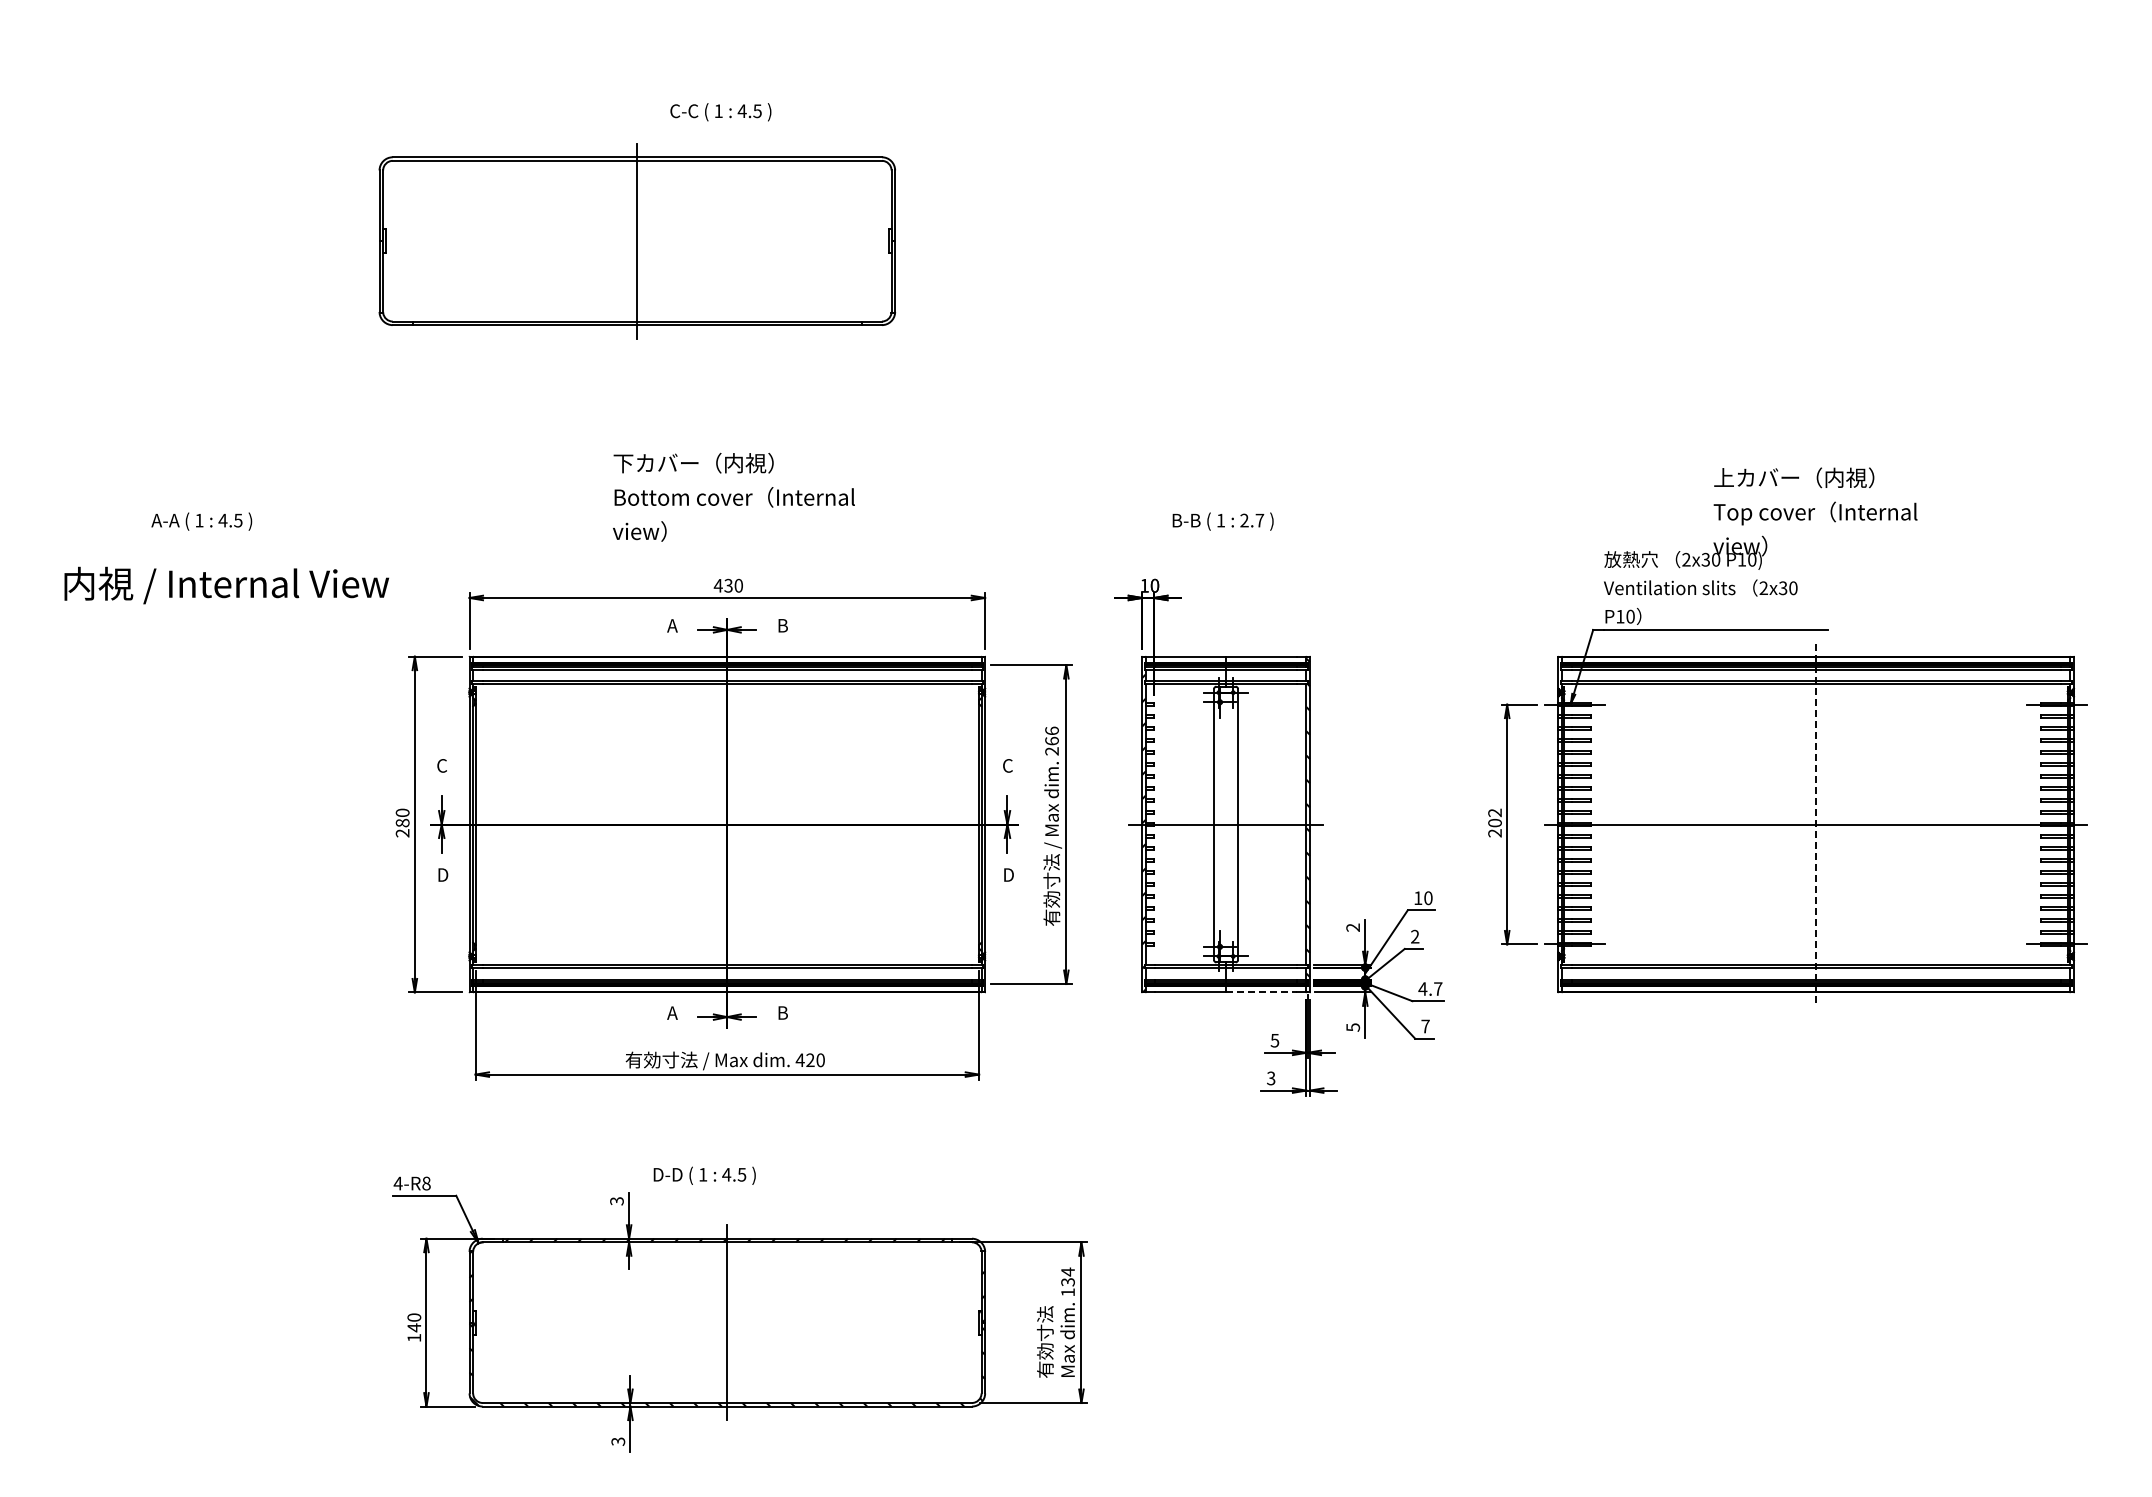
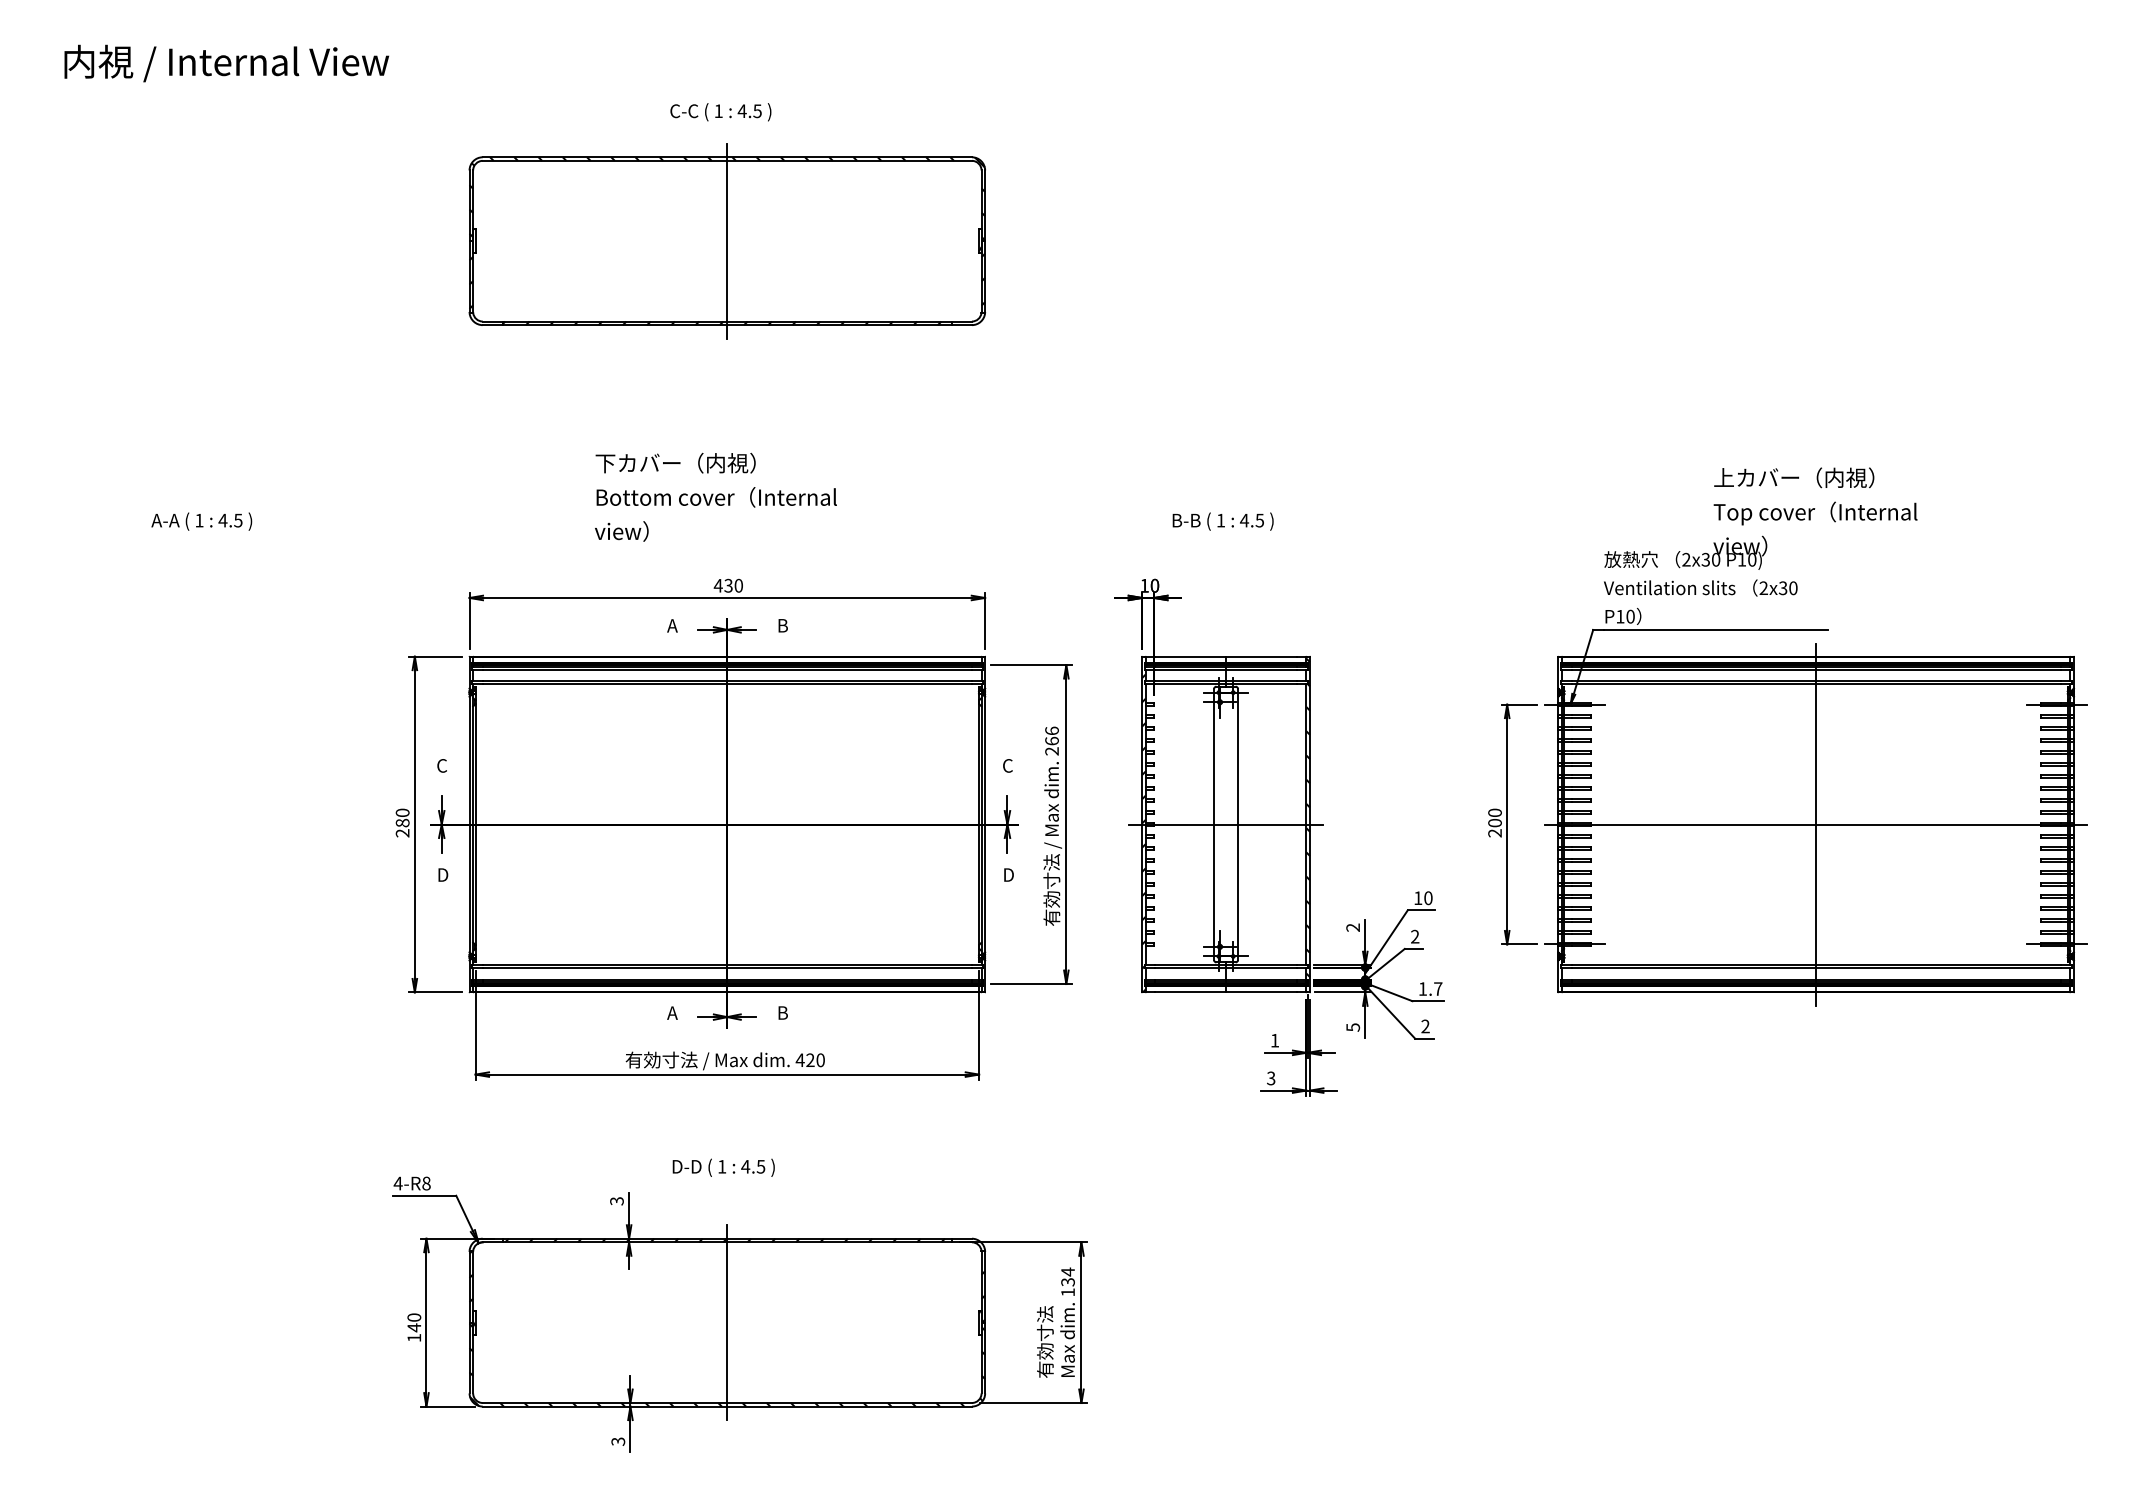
part at (636, 241) position: (636, 241) -> (726, 241)
text at (733, 496) position: (733, 496) -> (715, 496)
text at (1252, 520): 2.7 -> 4.5
text at (226, 585) position: (226, 585) -> (226, 63)
text at (1494, 812): 202 -> 200
line at (1816, 824): dashed -> solid
text at (1422, 988): 4.7 -> 1.7
line at (1261, 992): dashed -> solid
text at (1425, 1026): 7 -> 2
text at (1274, 1040): 5 -> 1
text at (704, 1175) position: (704, 1175) -> (723, 1167)
